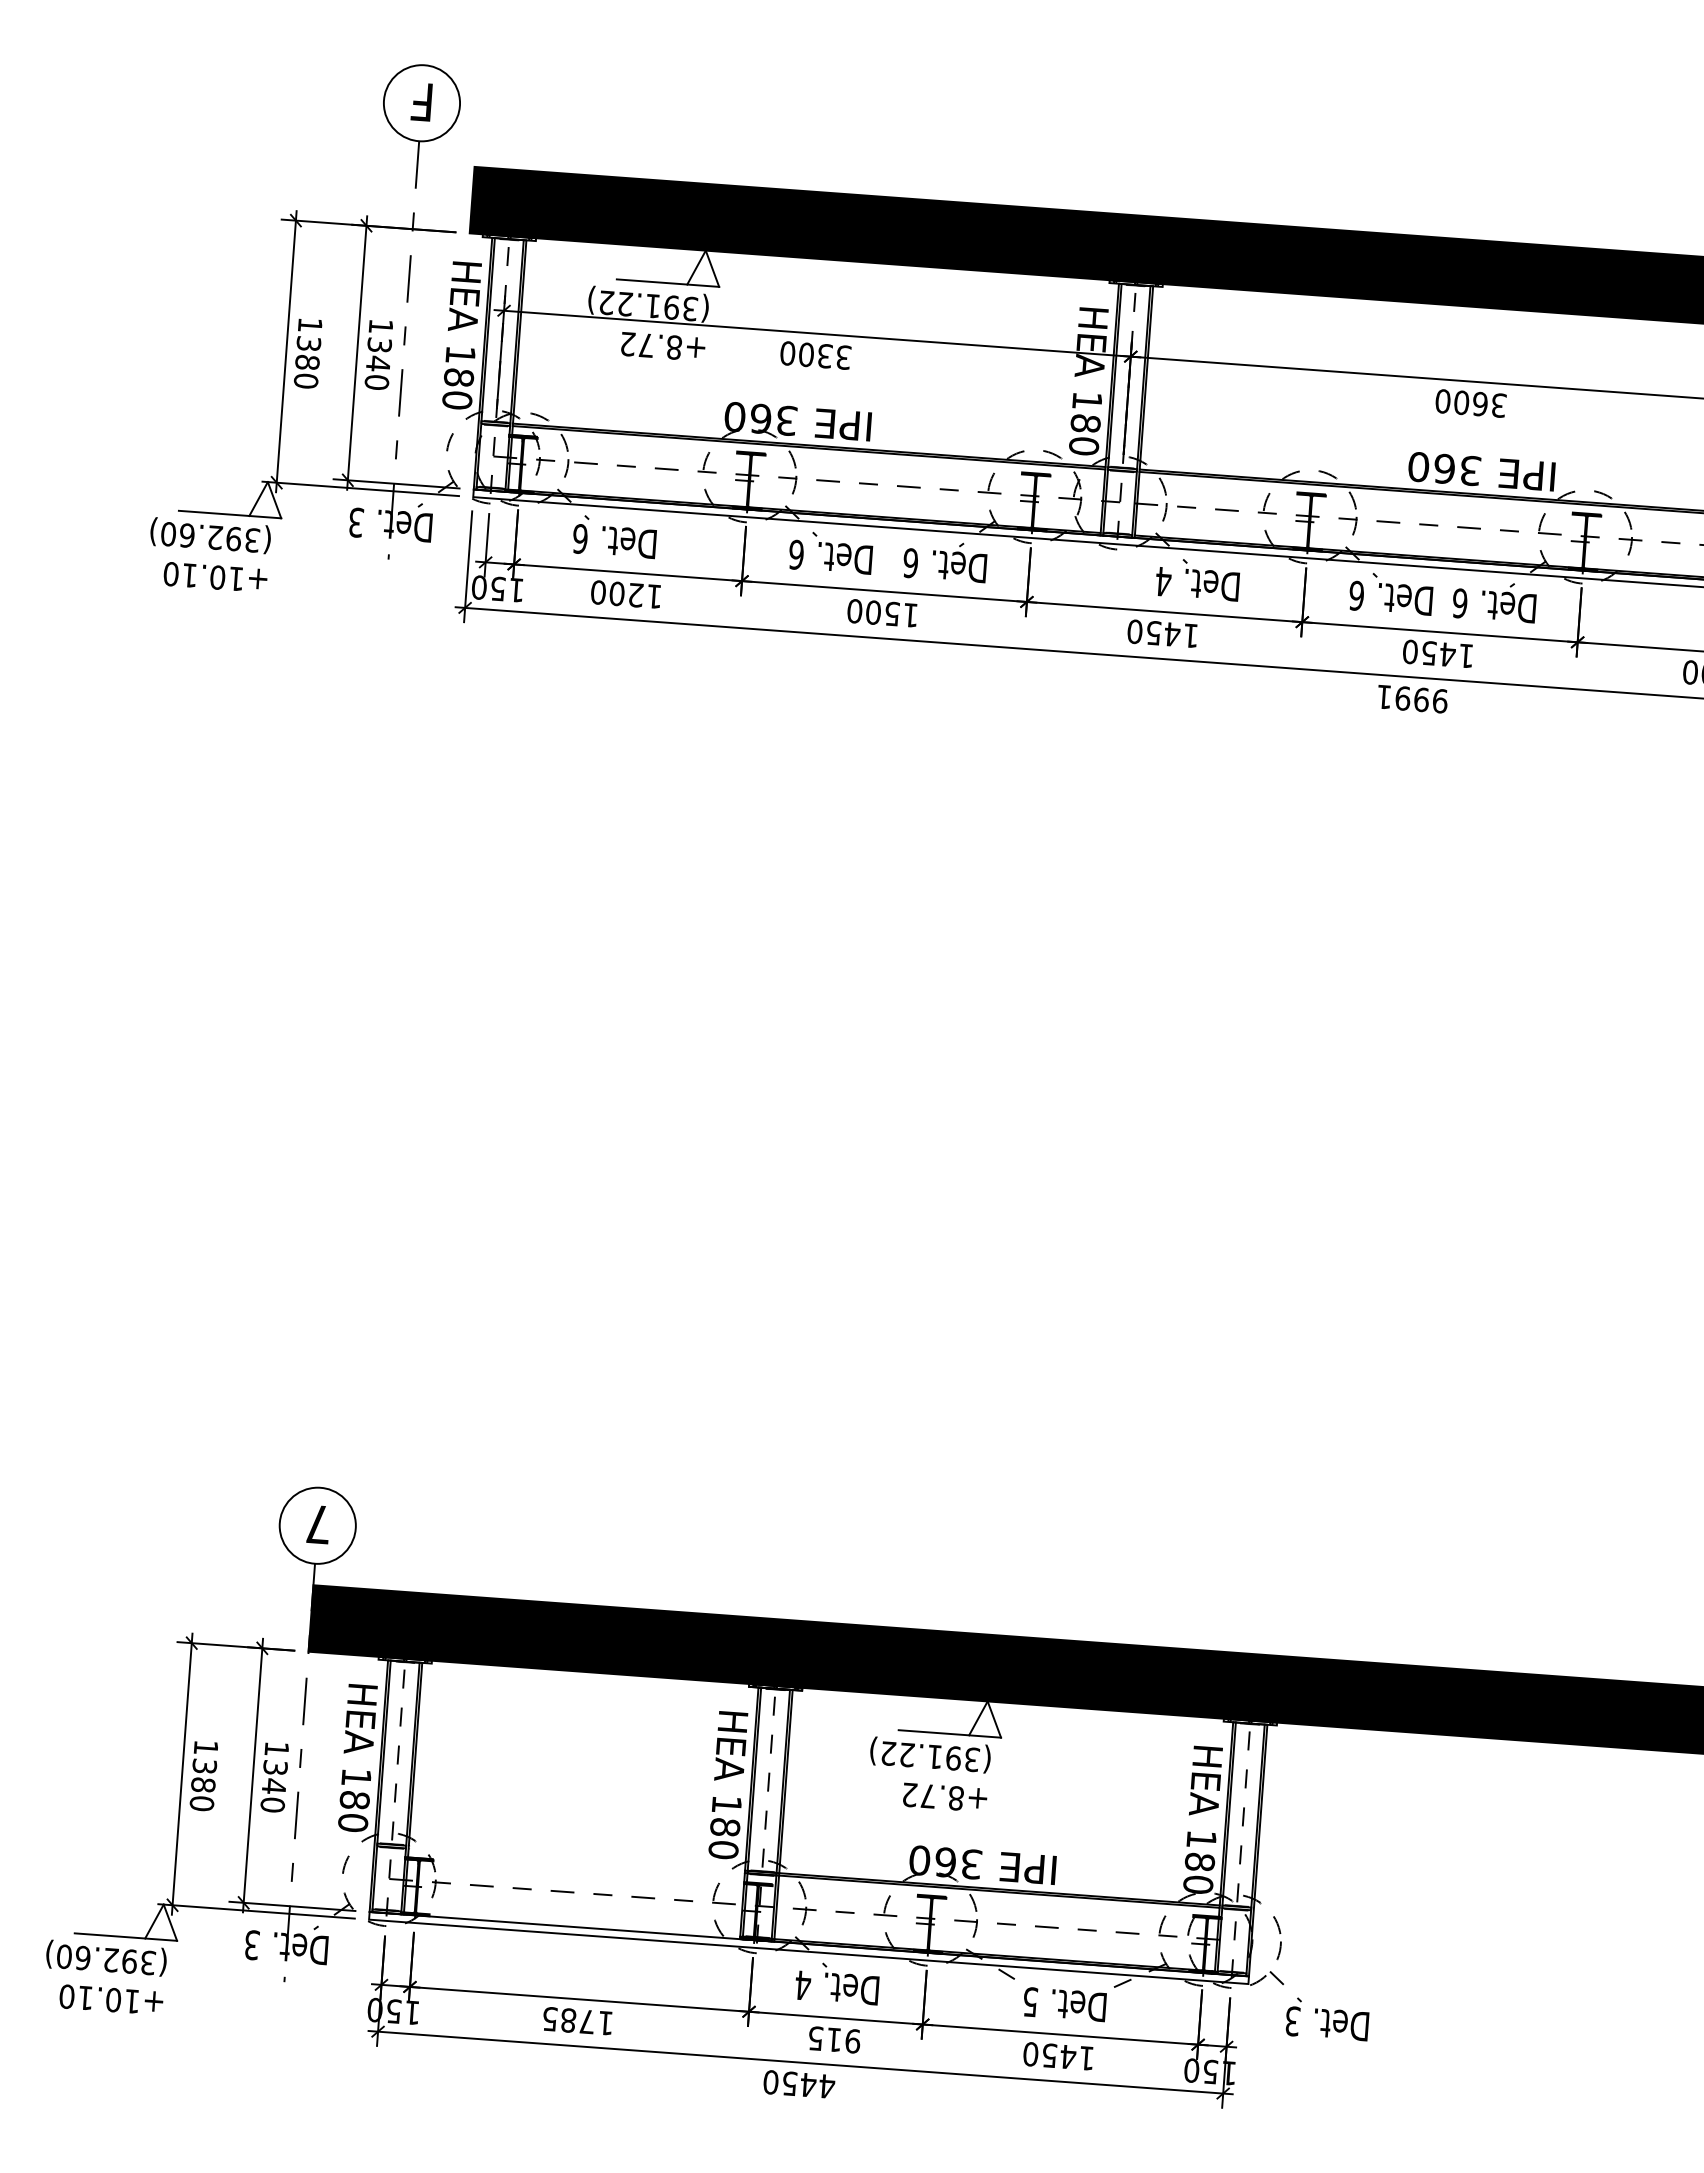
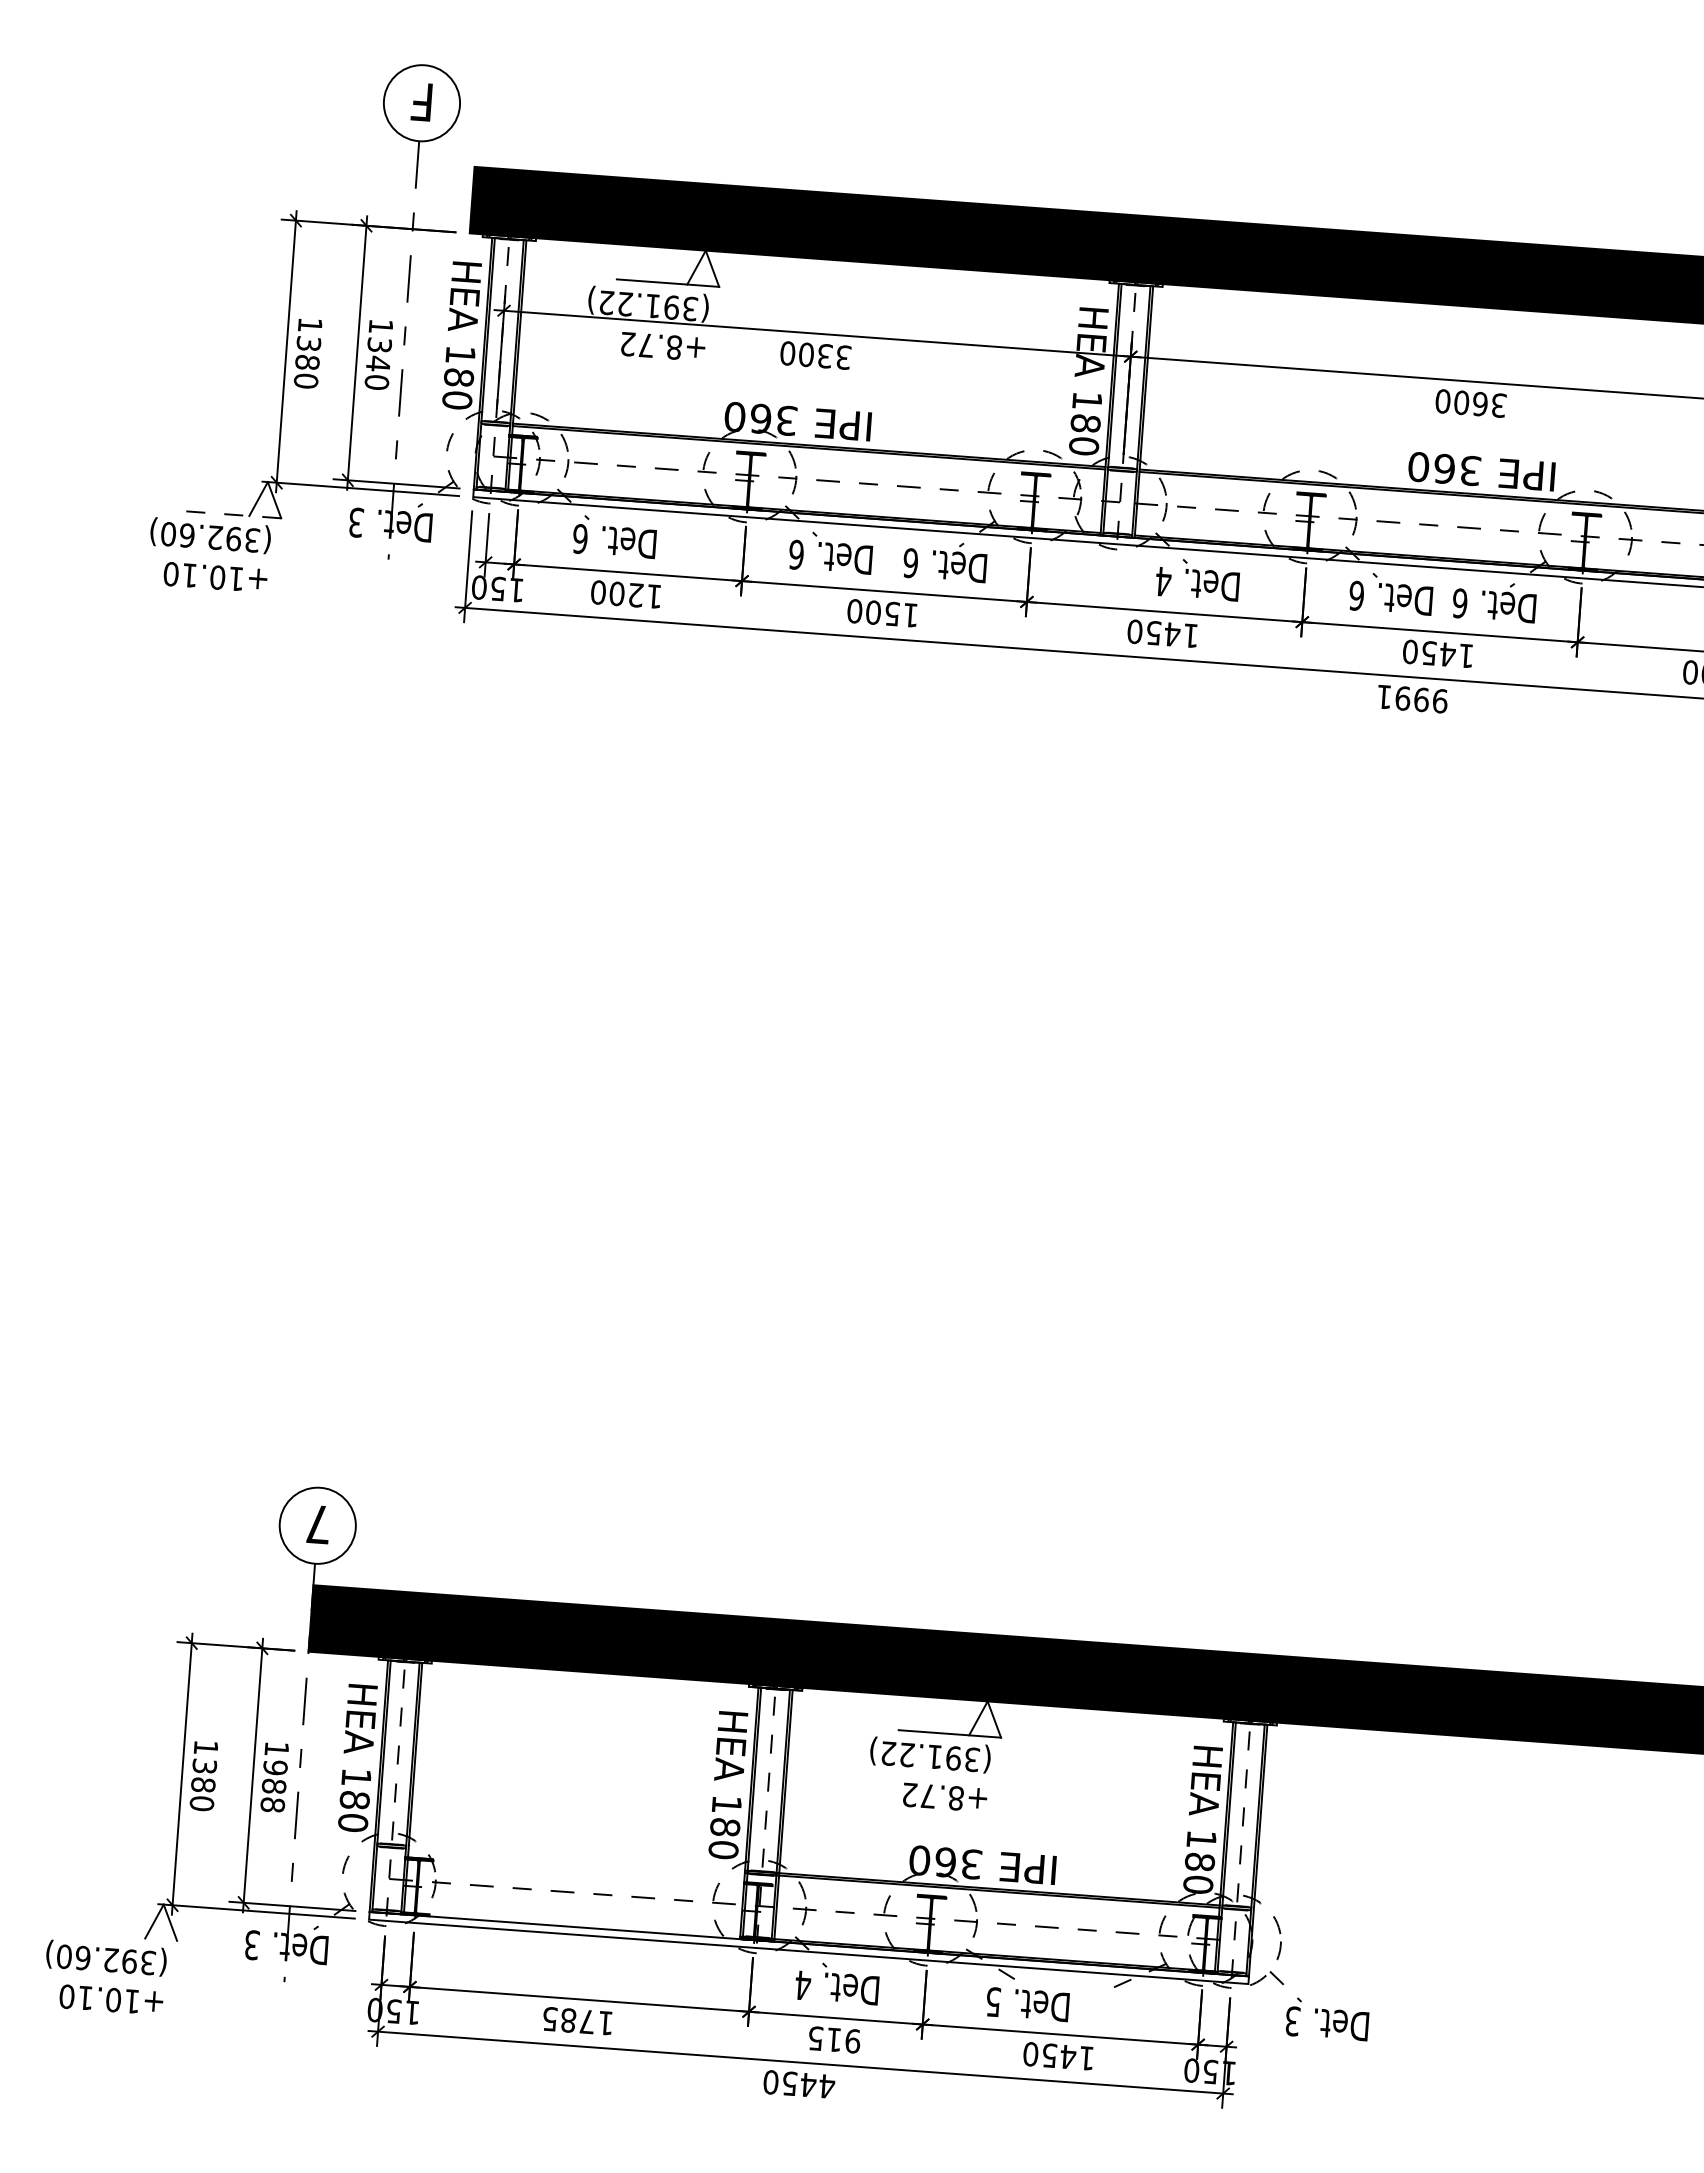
line at (229, 514): solid -> dashed
text at (273, 1786): 1340 -> 1988
line at (125, 1936): present -> none
text at (1065, 2004) position: (1065, 2004) -> (1028, 2004)
